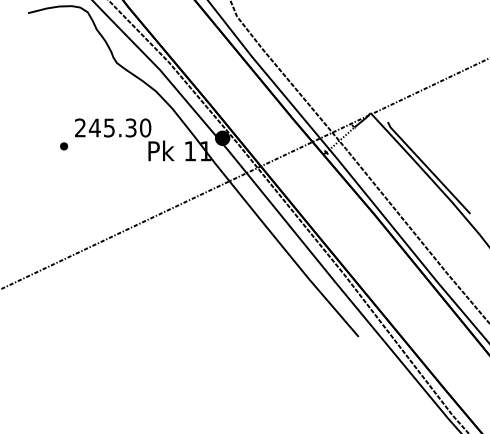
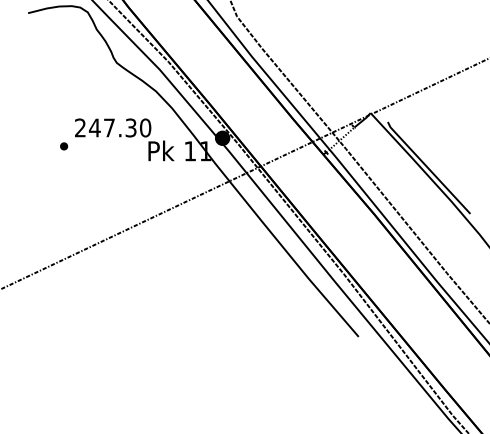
text at (109, 127): 245.30 -> 247.30
